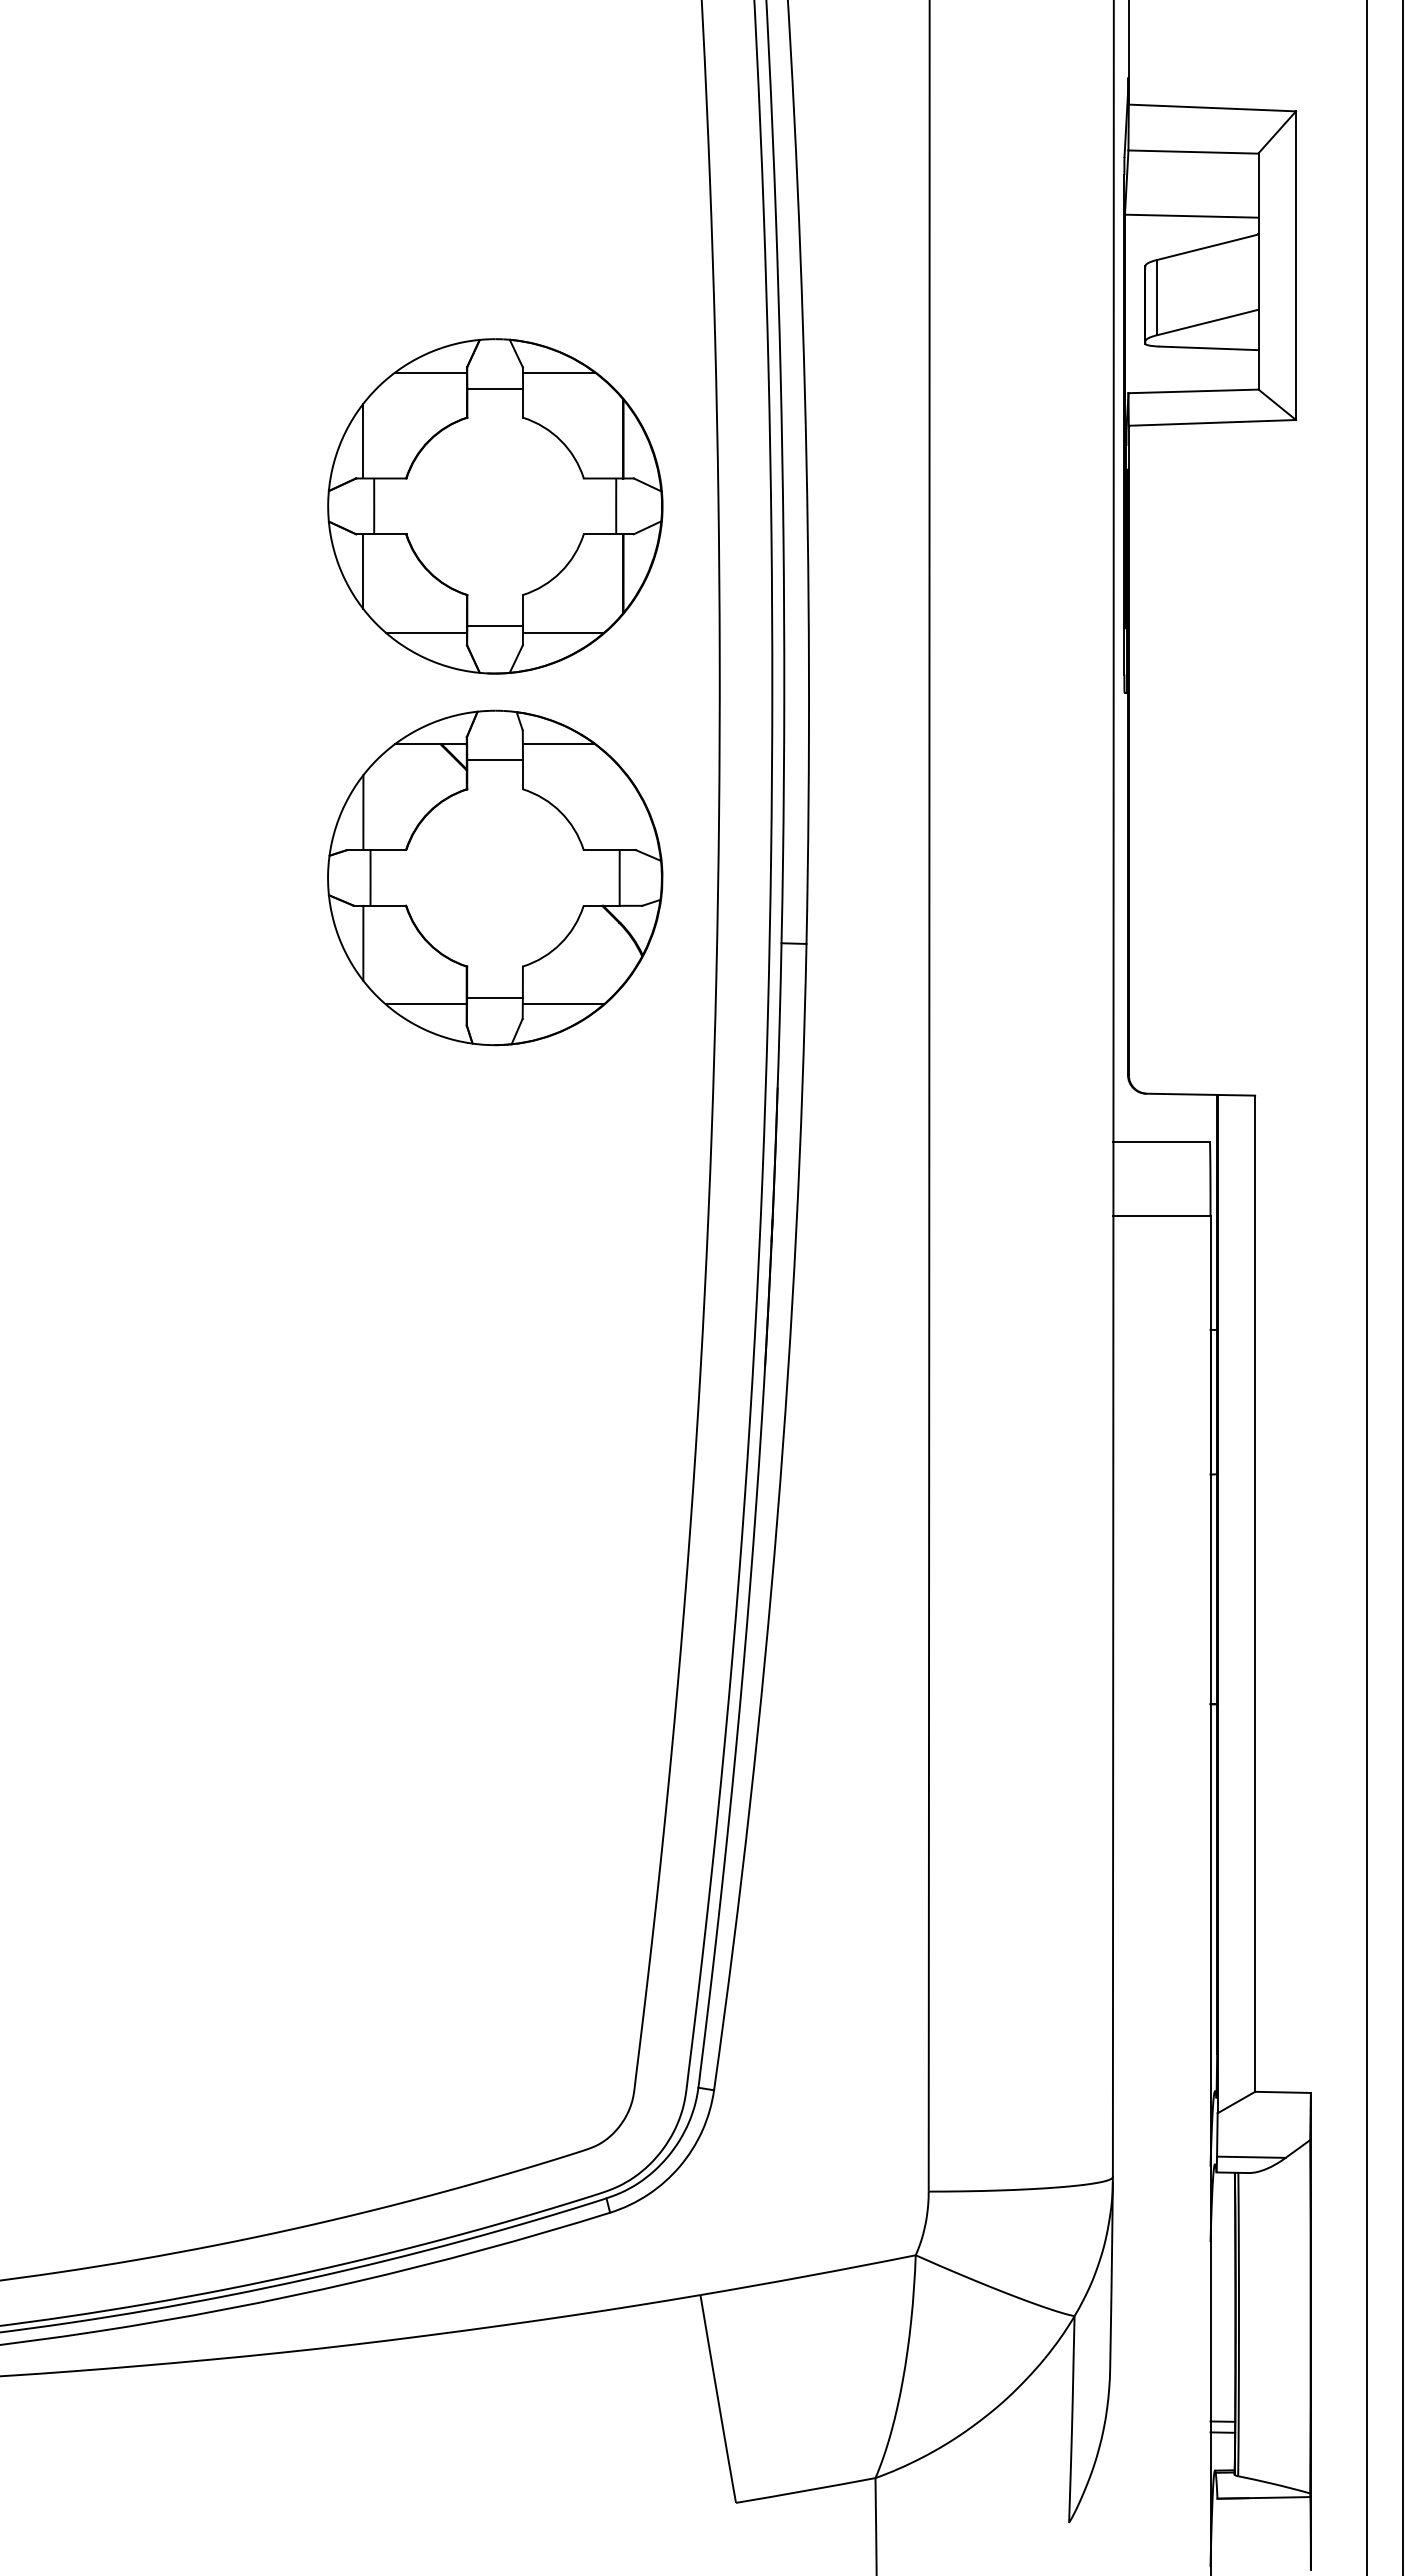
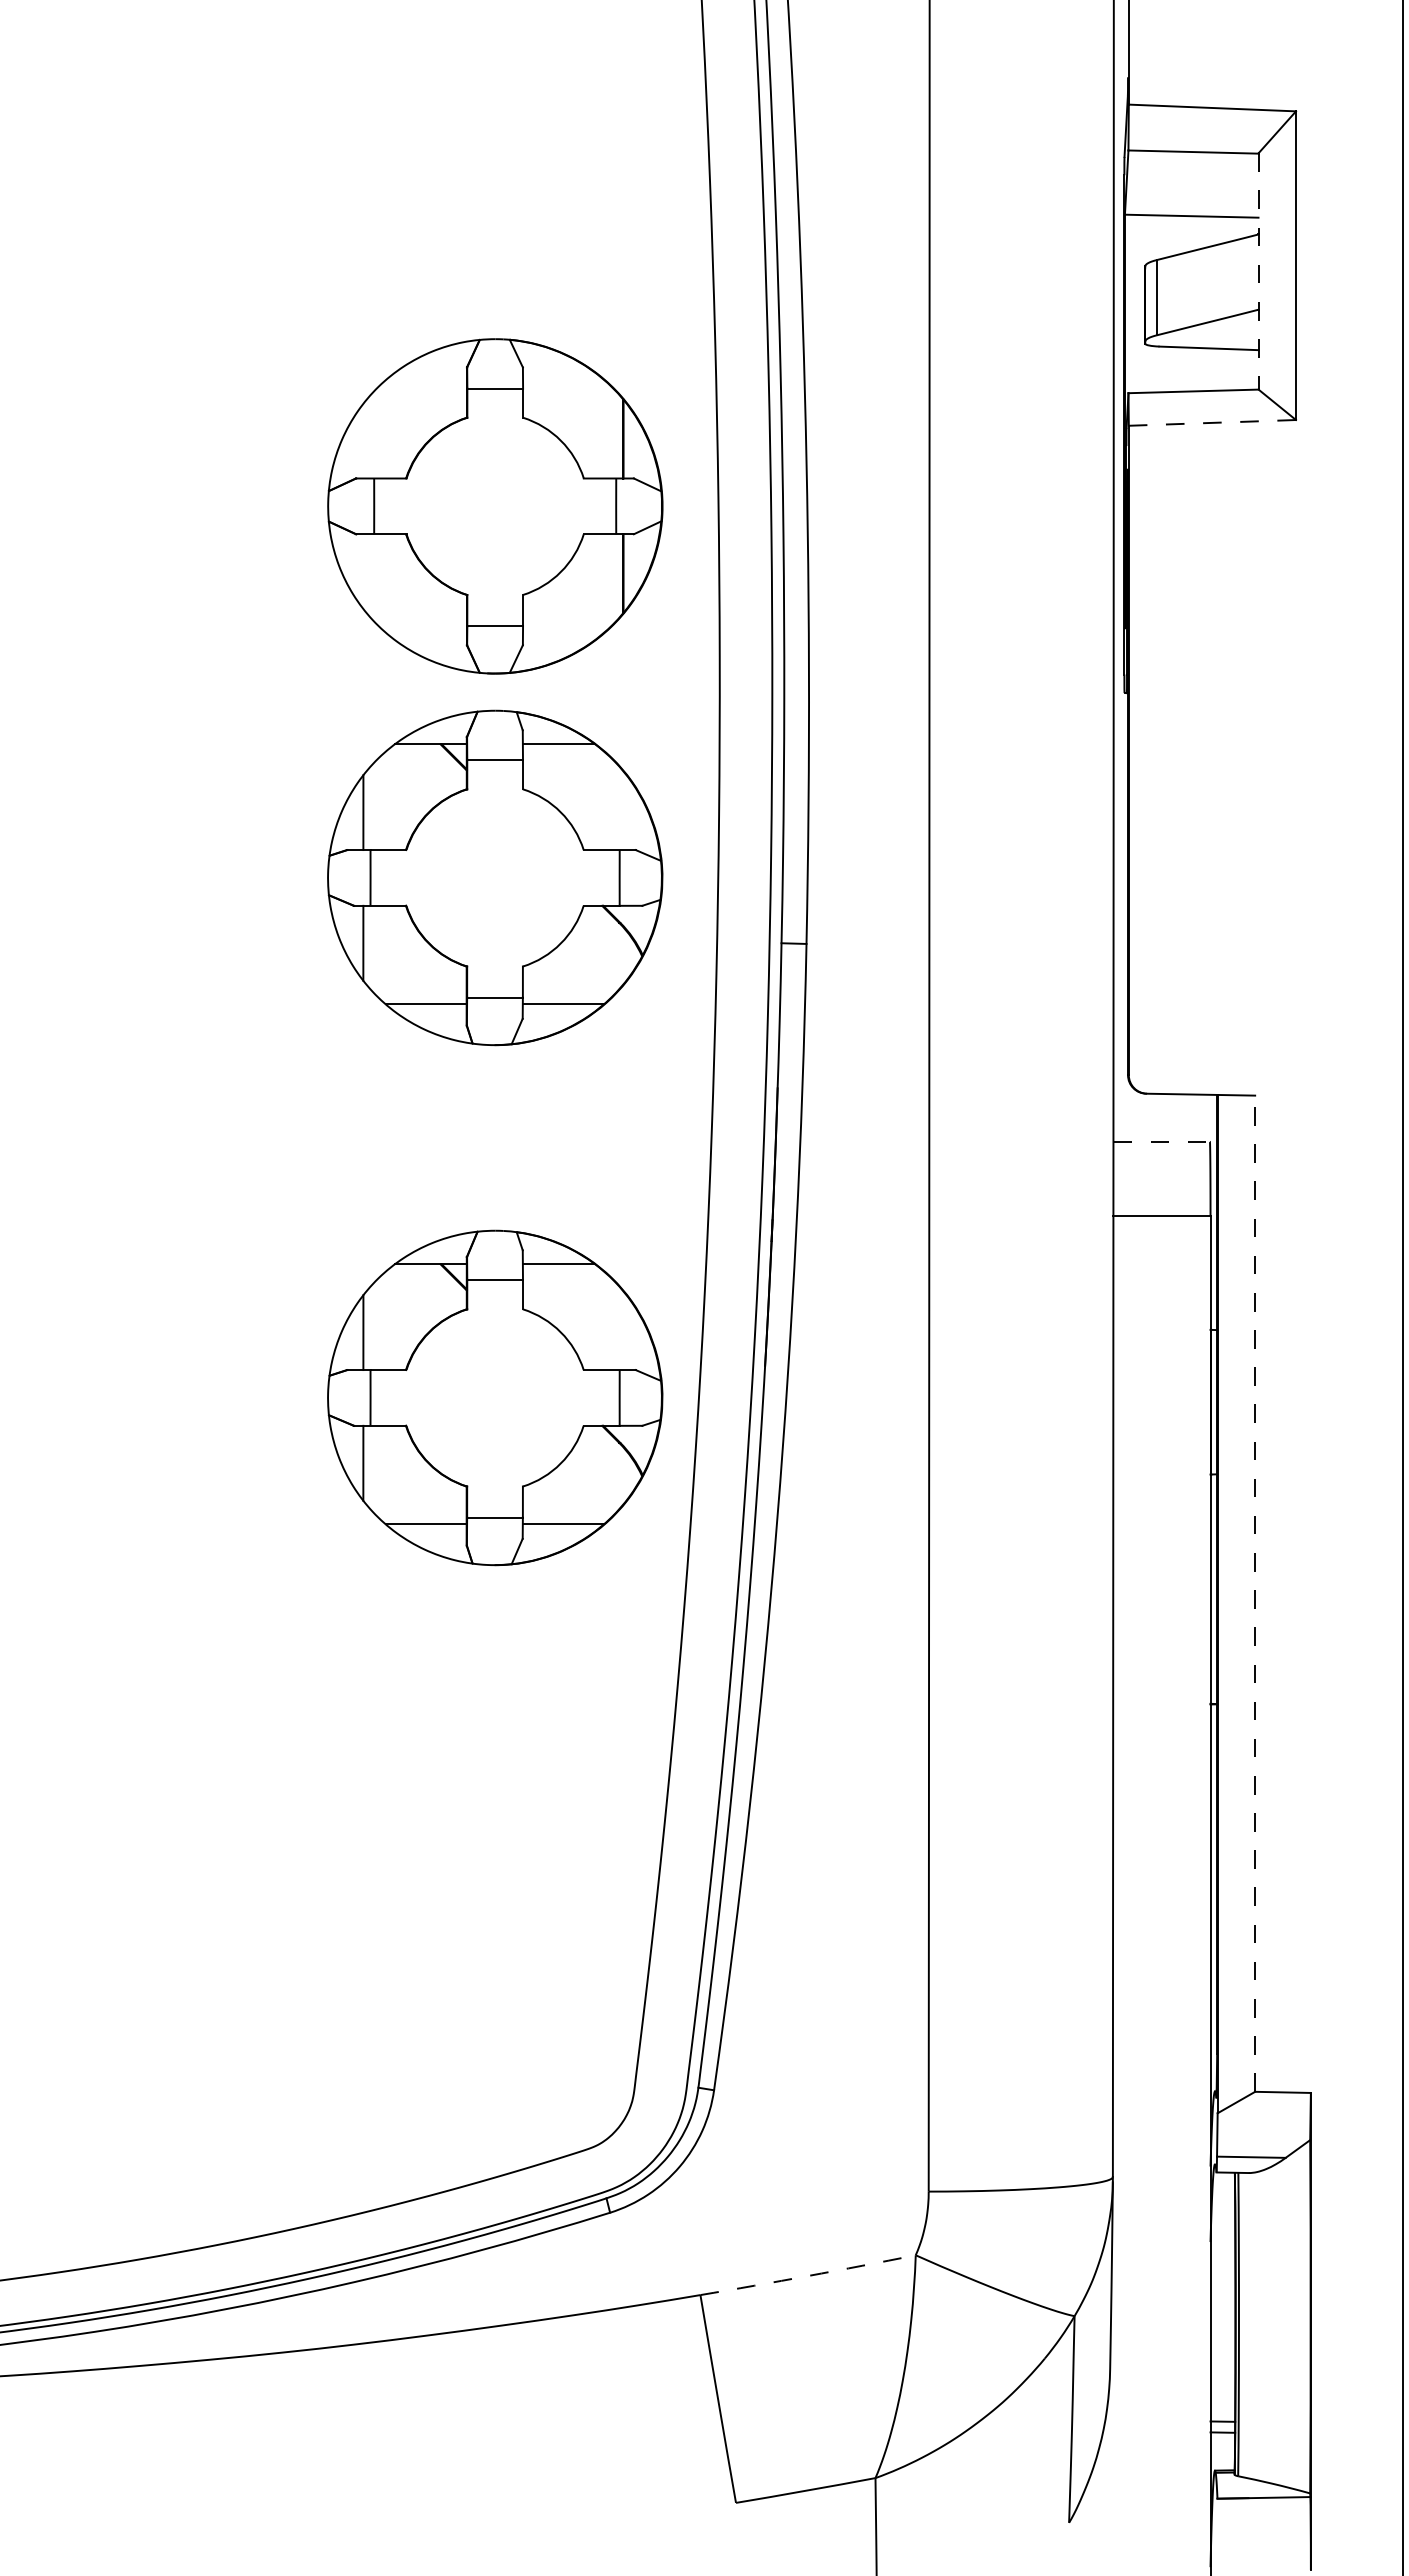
line at (1258, 271): solid -> dashed
line at (430, 372): present -> none
line at (558, 372): present -> none
line at (1212, 422): solid -> dashed
line at (363, 440): present -> none
line at (363, 571): present -> none
line at (426, 632): present -> none
line at (563, 632): present -> none
line at (1162, 1141): solid -> dashed
line at (1366, 1287): present -> none
part at (495, 1397): none -> present
line at (1255, 1593): solid -> dashed
arc at (808, 2275): solid -> dashed
